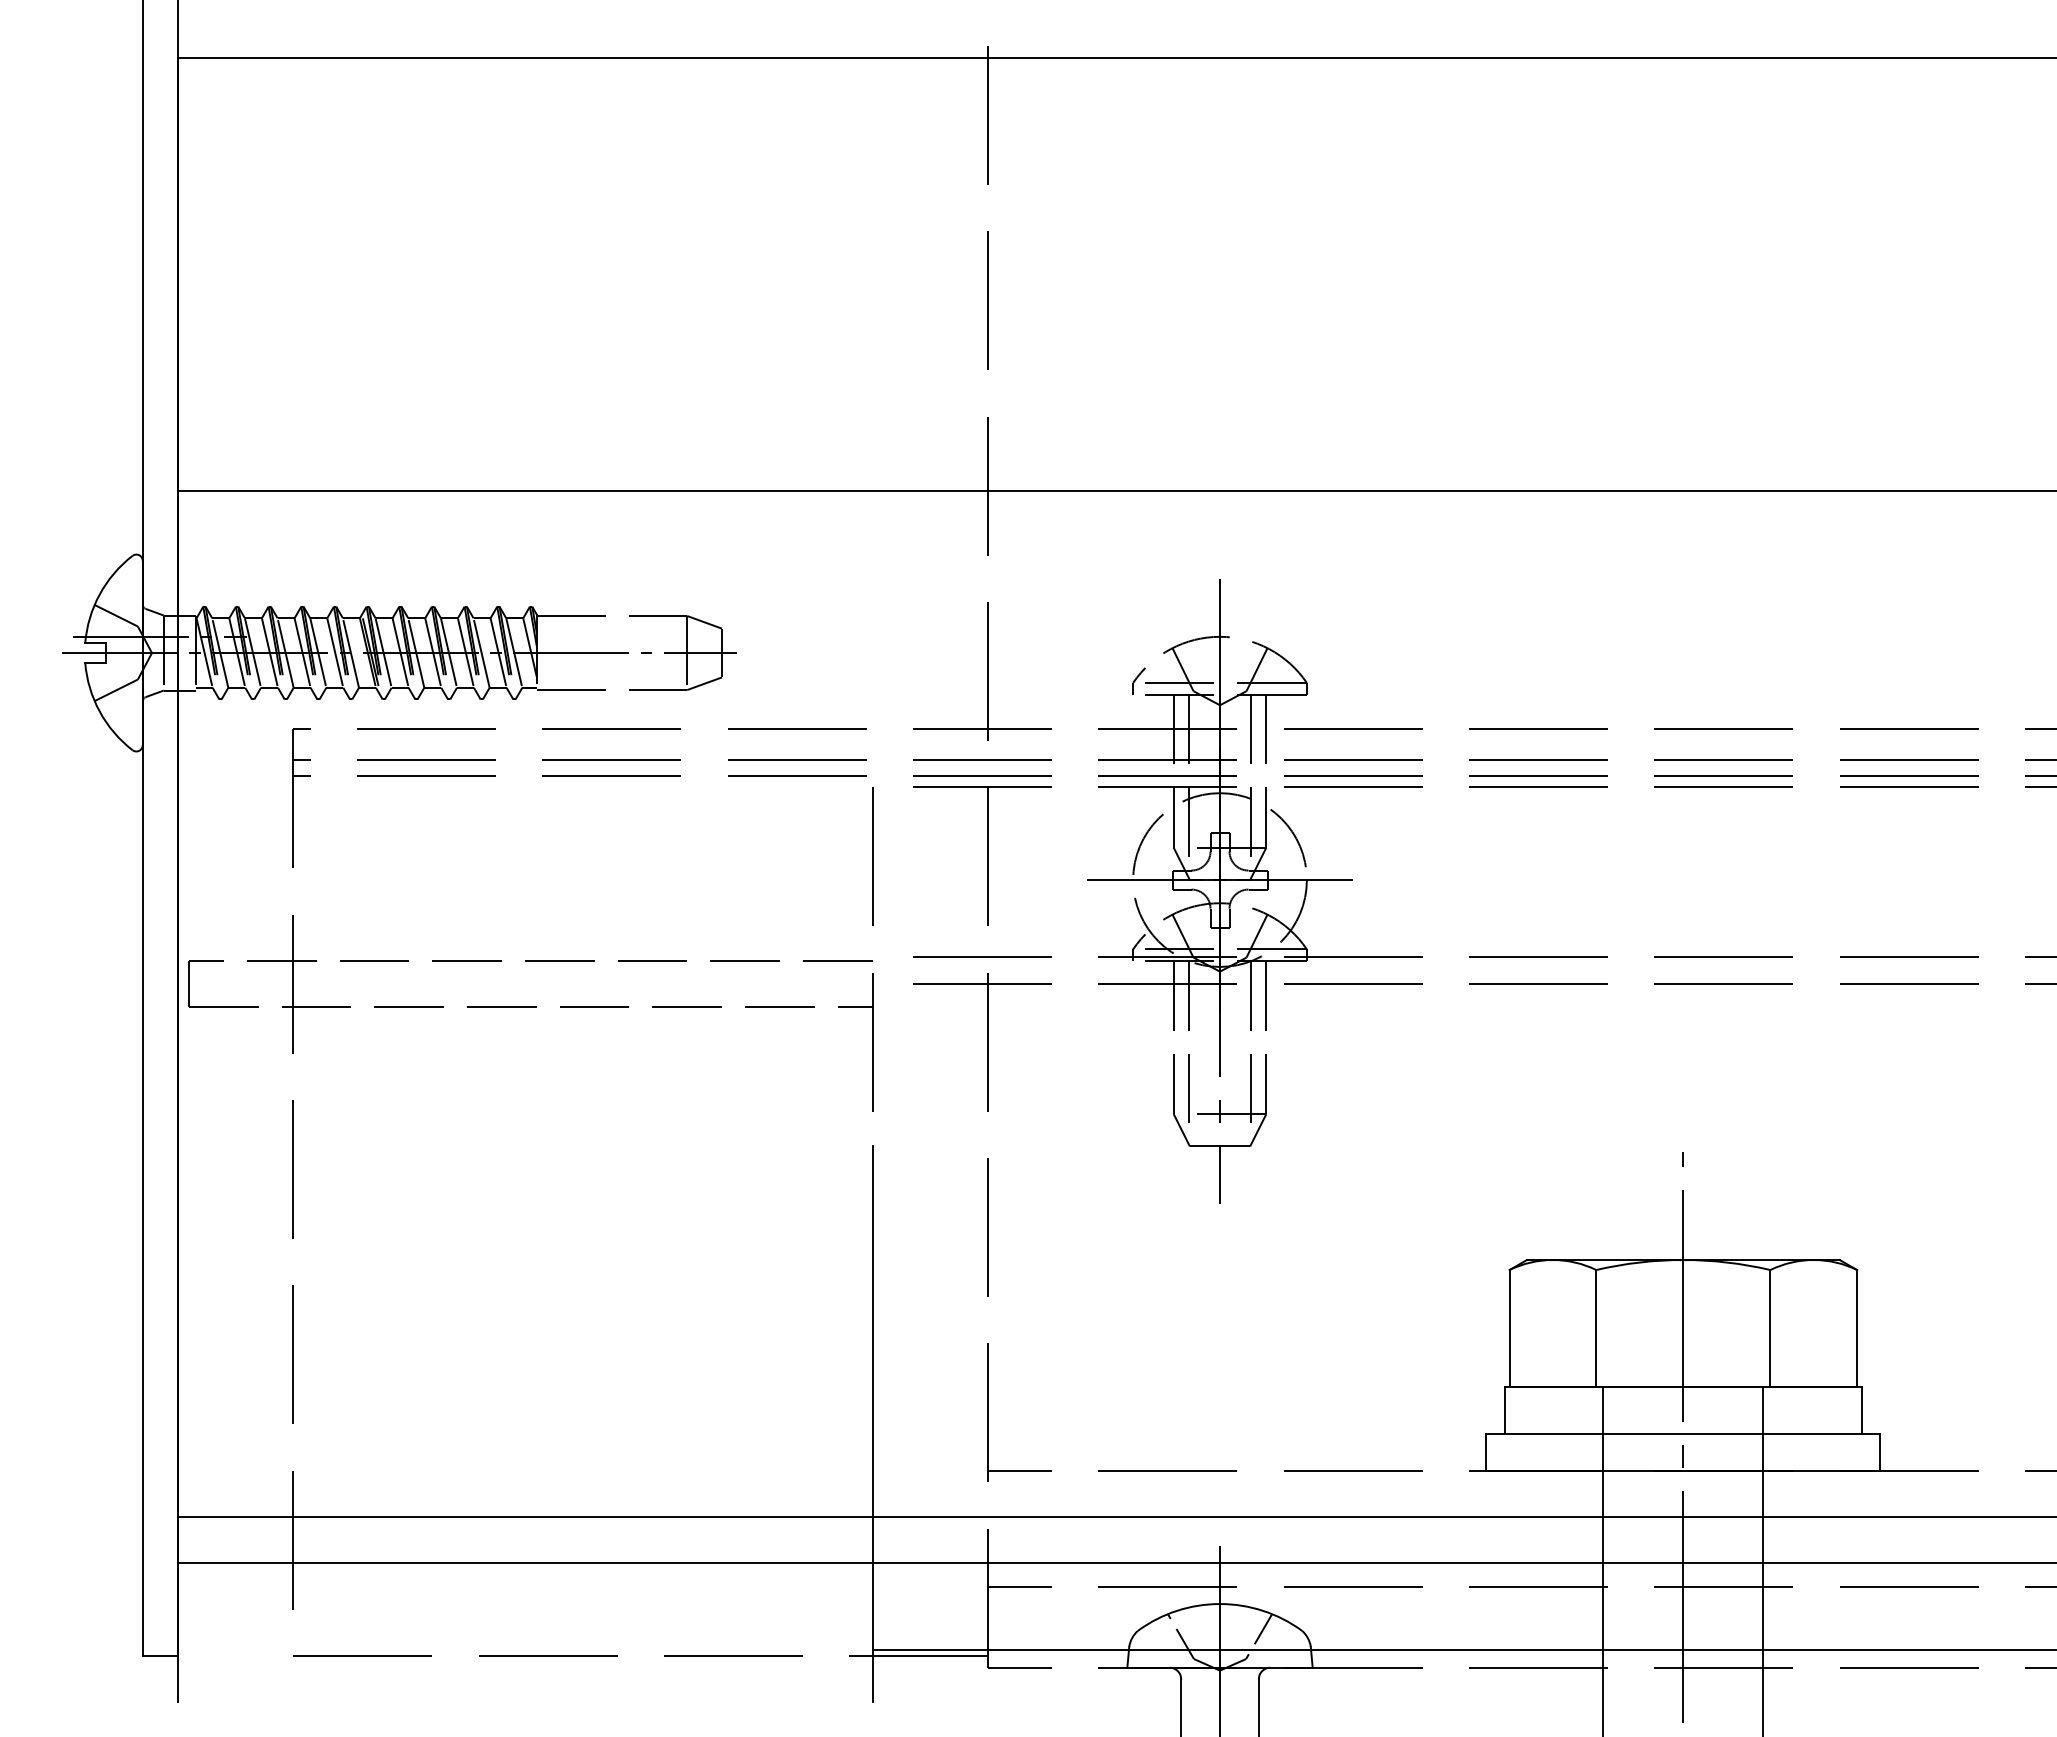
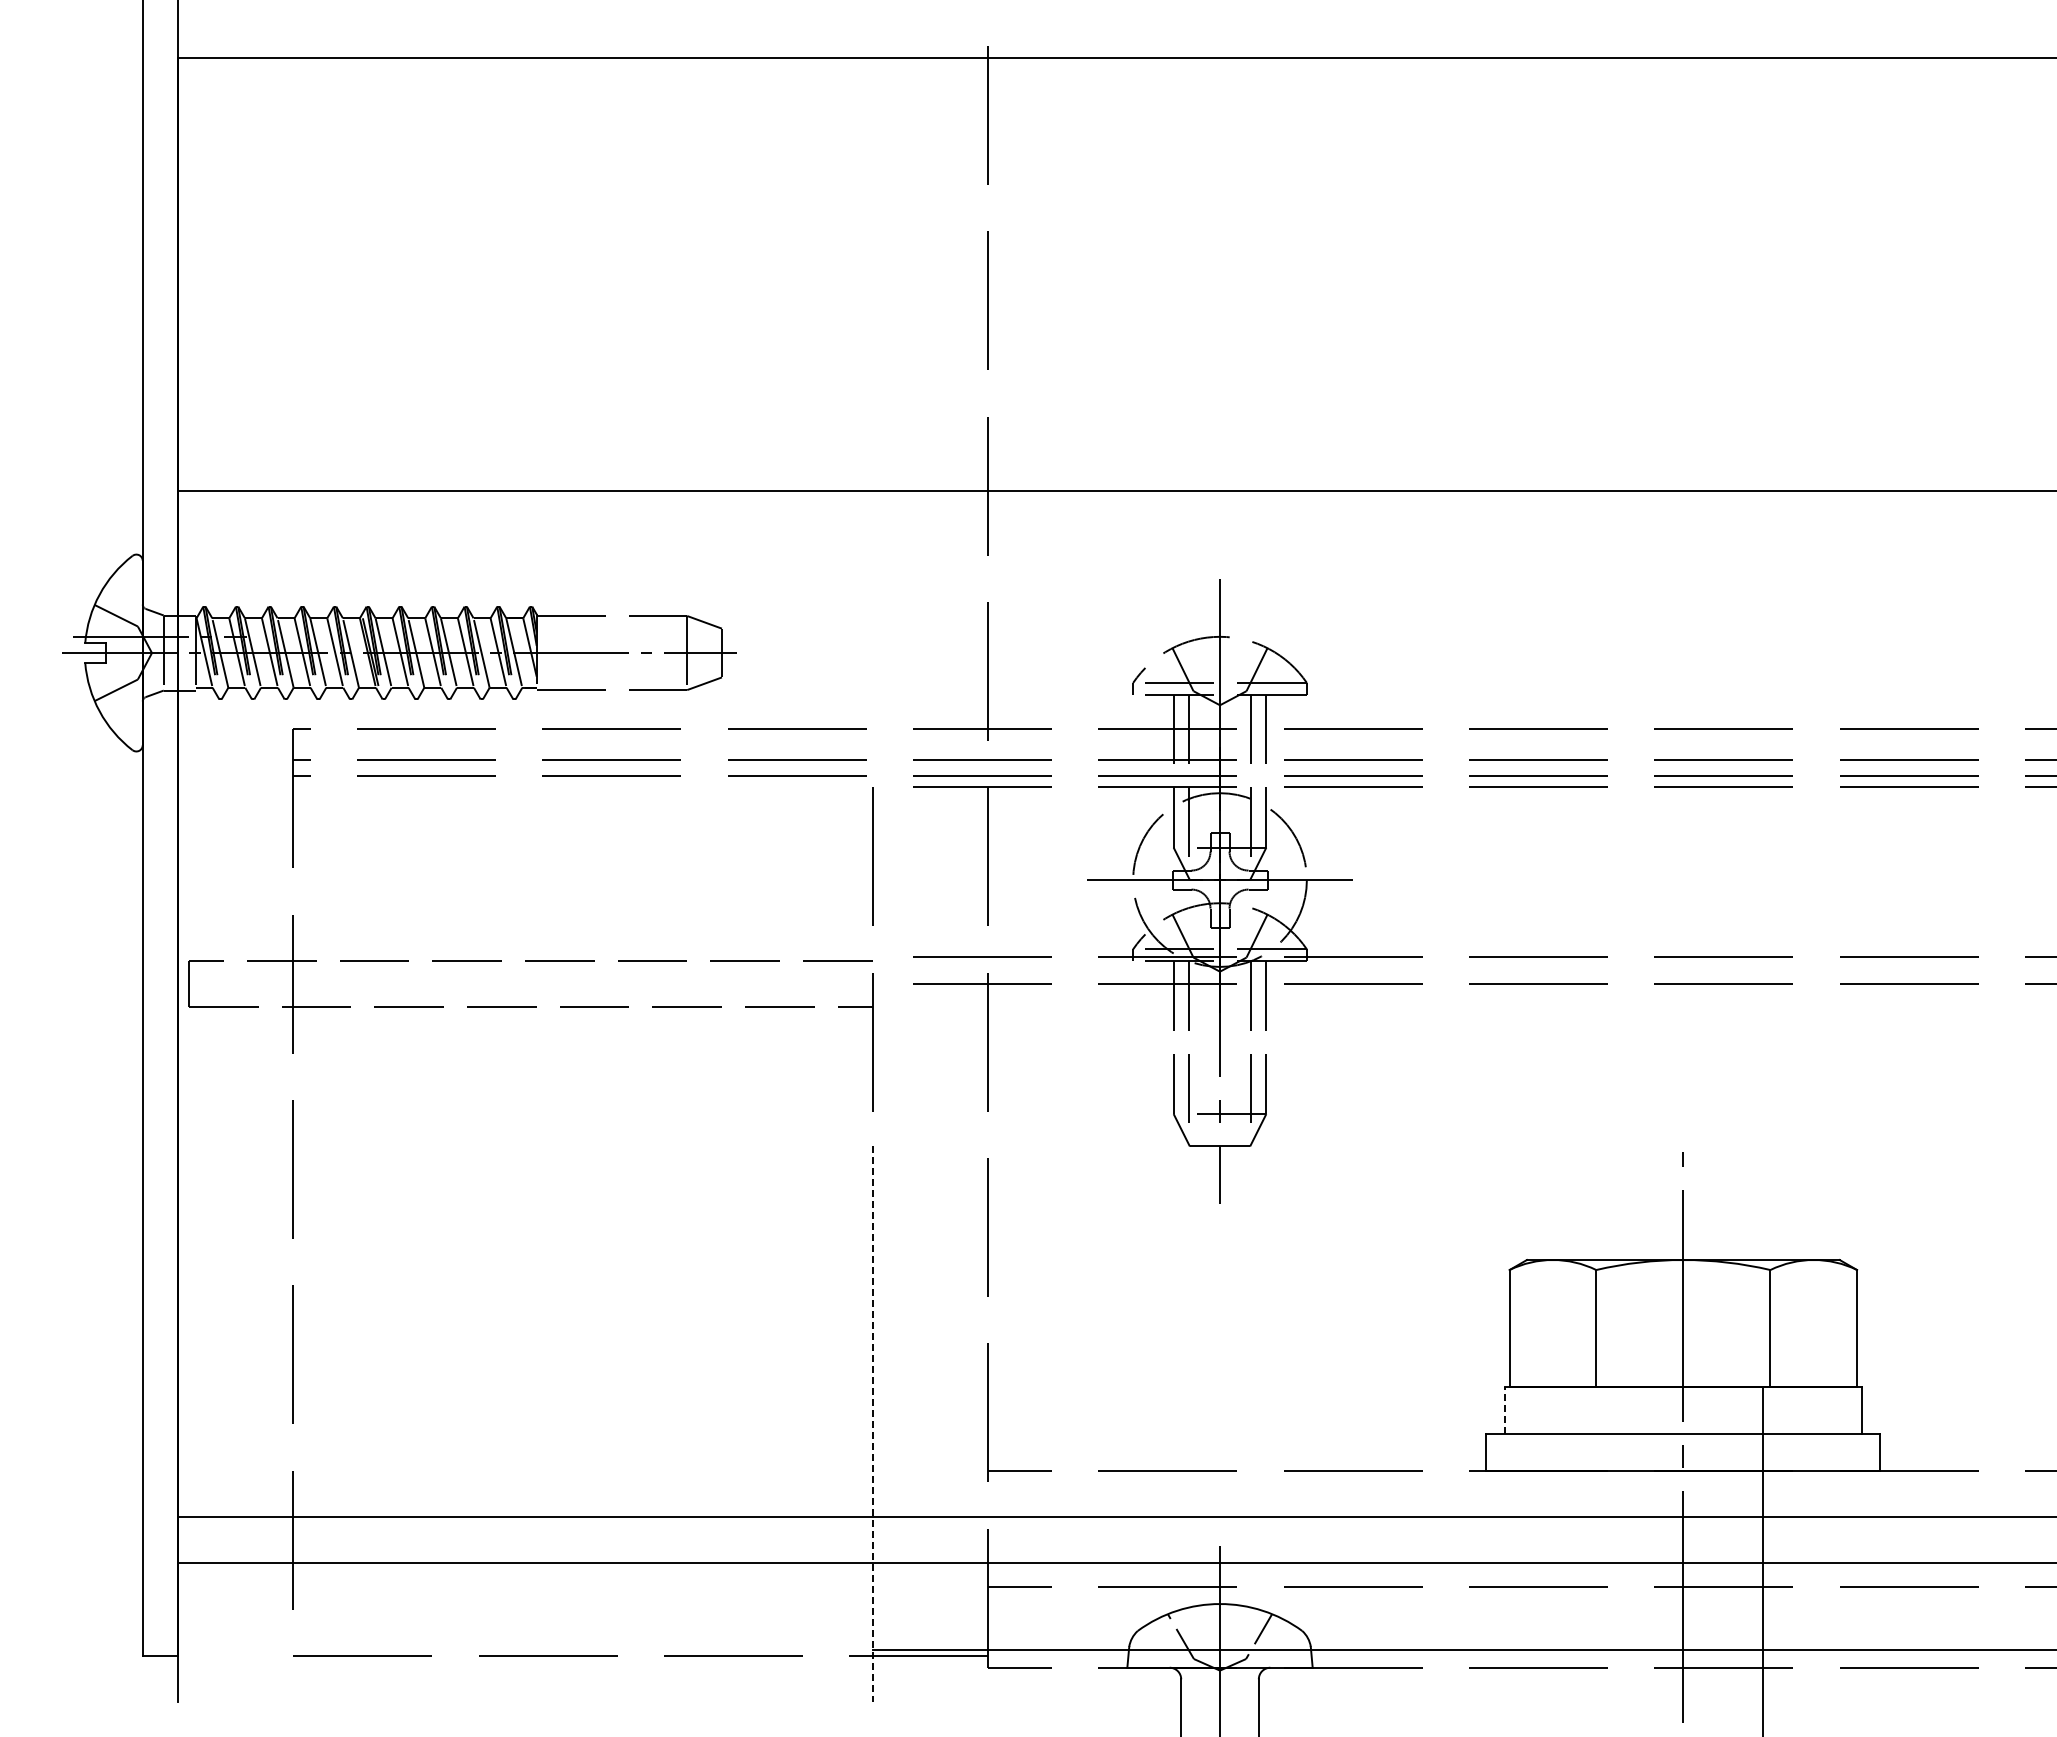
line at (1504, 1410): solid -> dashed
line at (872, 1424): solid -> dashed
line at (1603, 1560): present -> none
